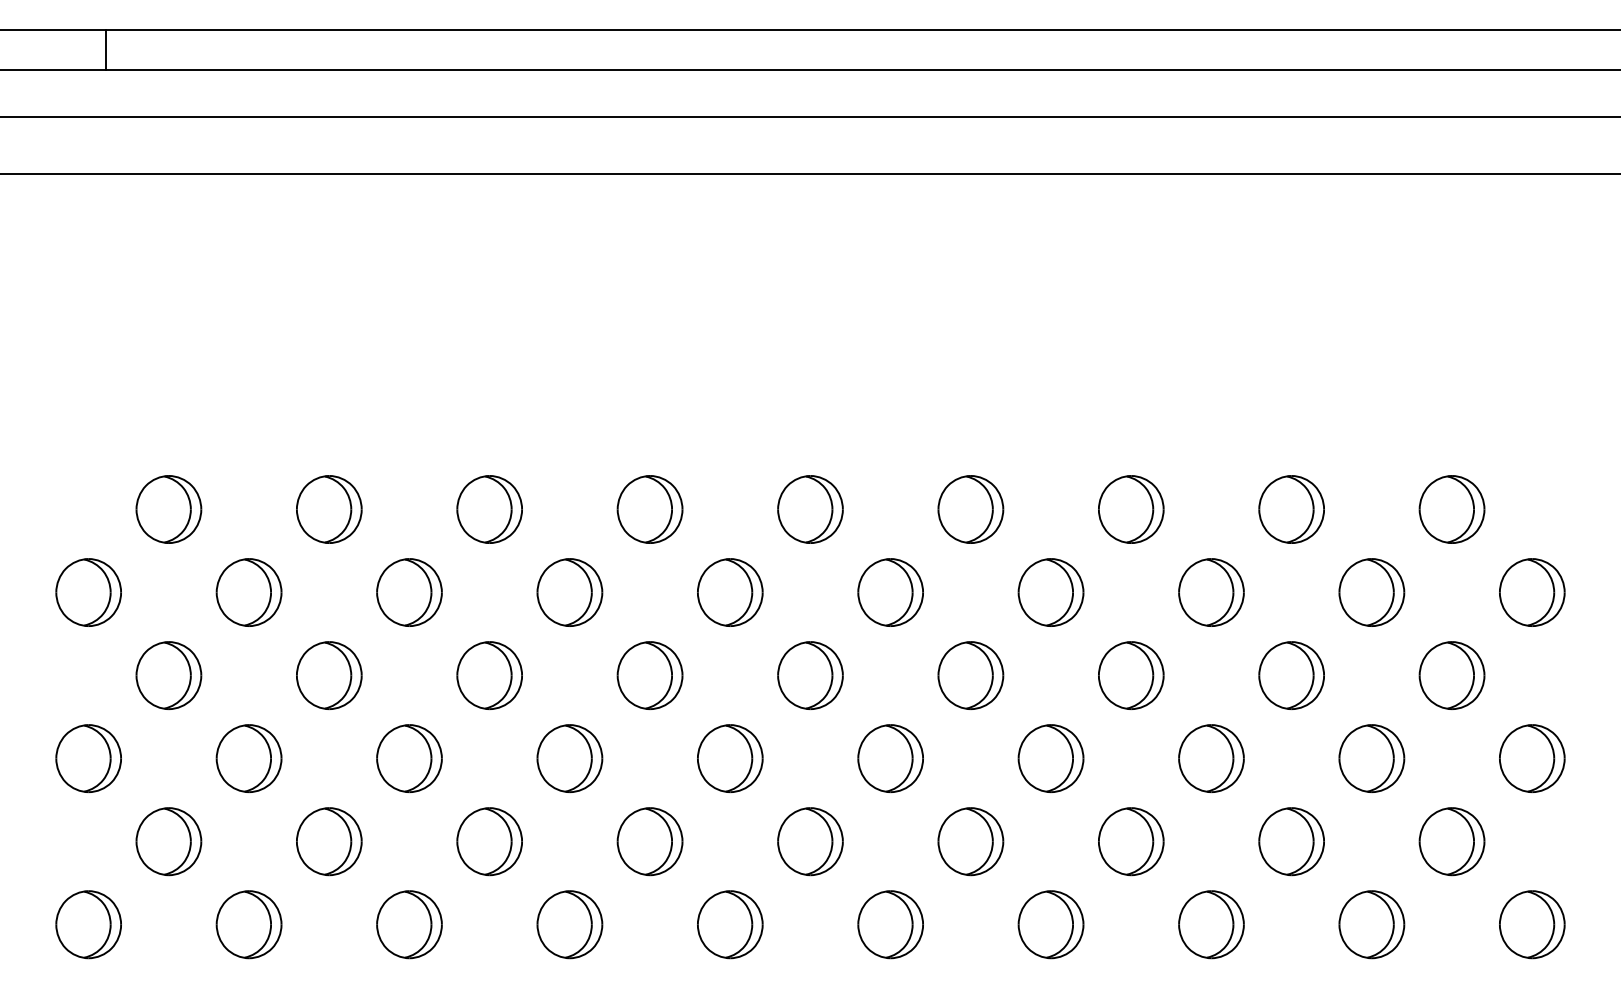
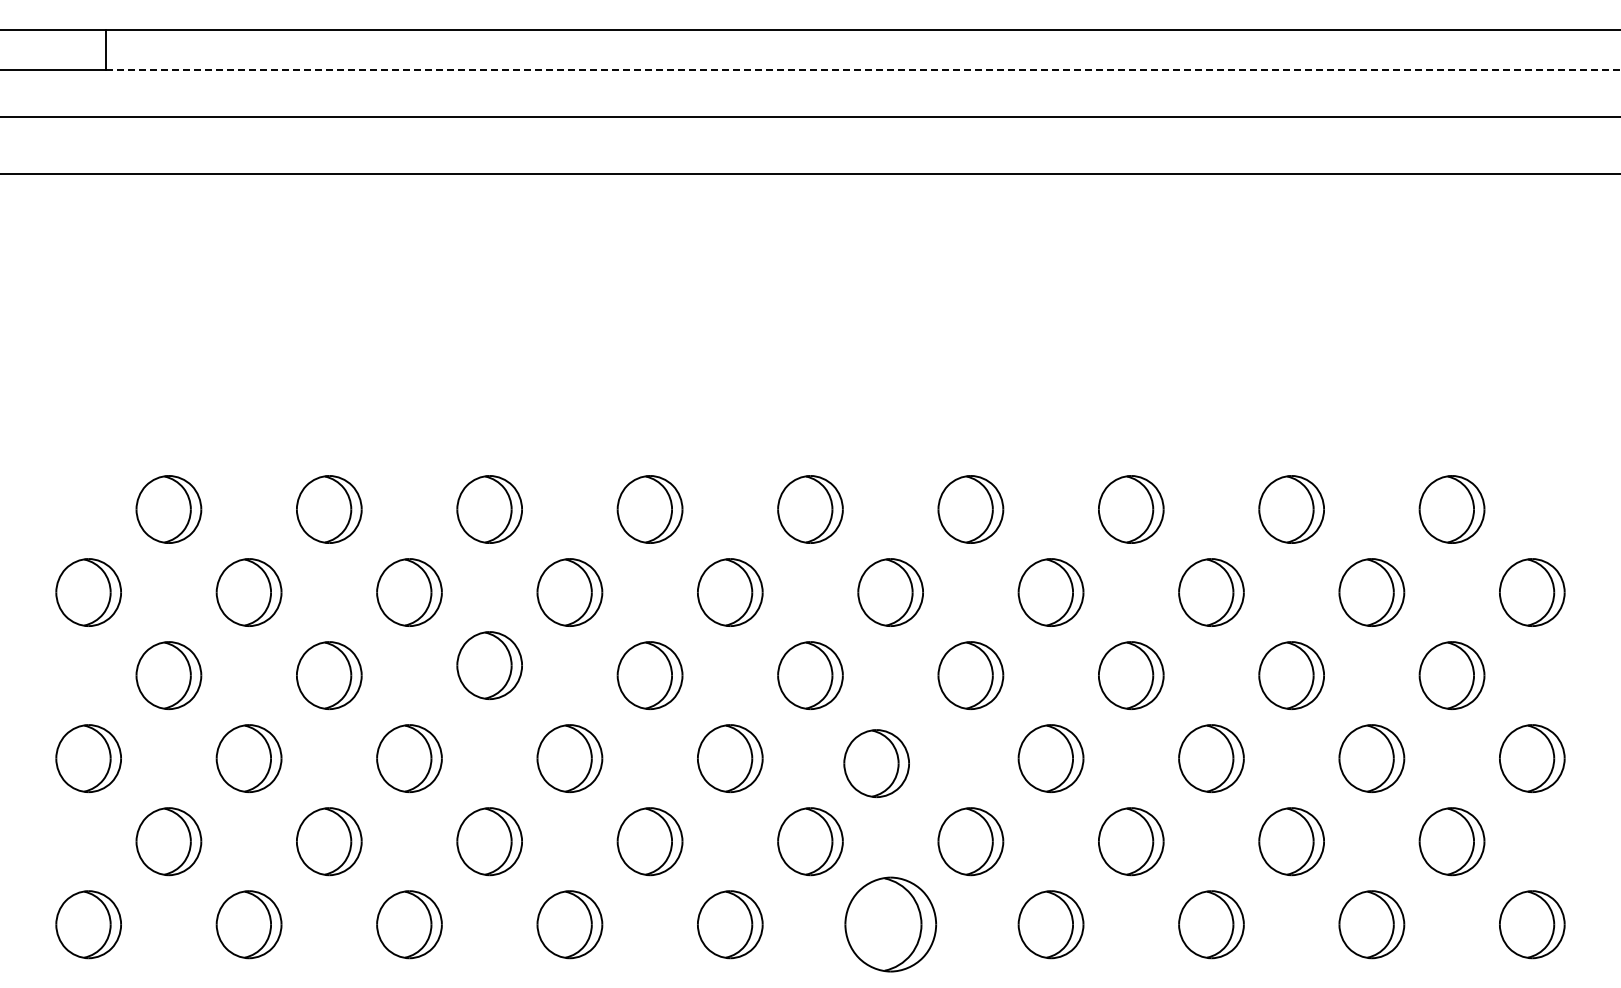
line at (863, 70): solid -> dashed
part at (489, 675) position: (489, 675) -> (489, 665)
part at (890, 758) position: (890, 758) -> (876, 763)
part at (890, 924) size: 67x70 px -> 94x97 px
